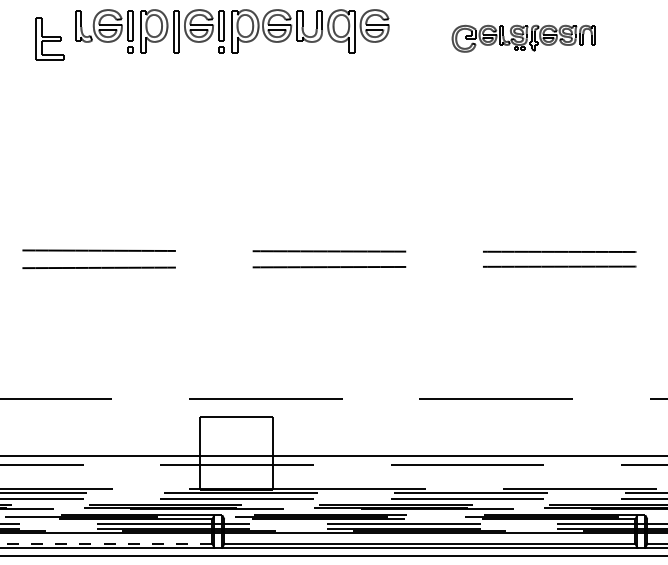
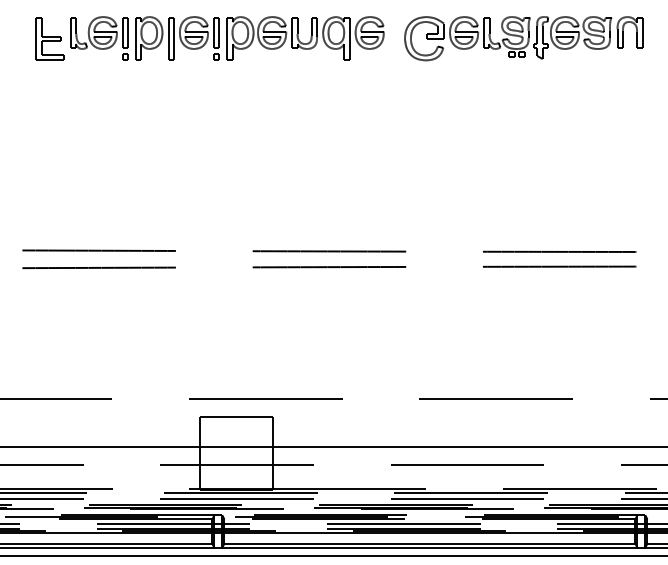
part at (232, 31) position: (232, 31) -> (227, 38)
part at (523, 38) size: 145x29 px -> 240x46 px
line at (333, 455) position: (333, 455) -> (333, 446)
line at (106, 543): dashed -> solid
